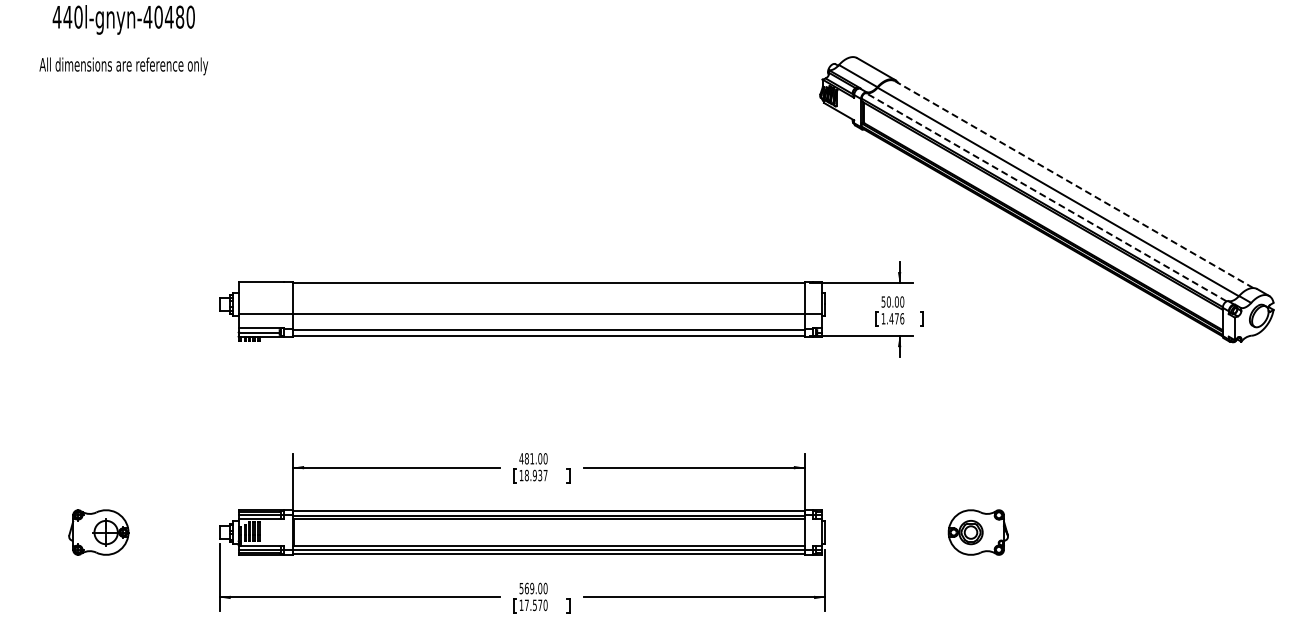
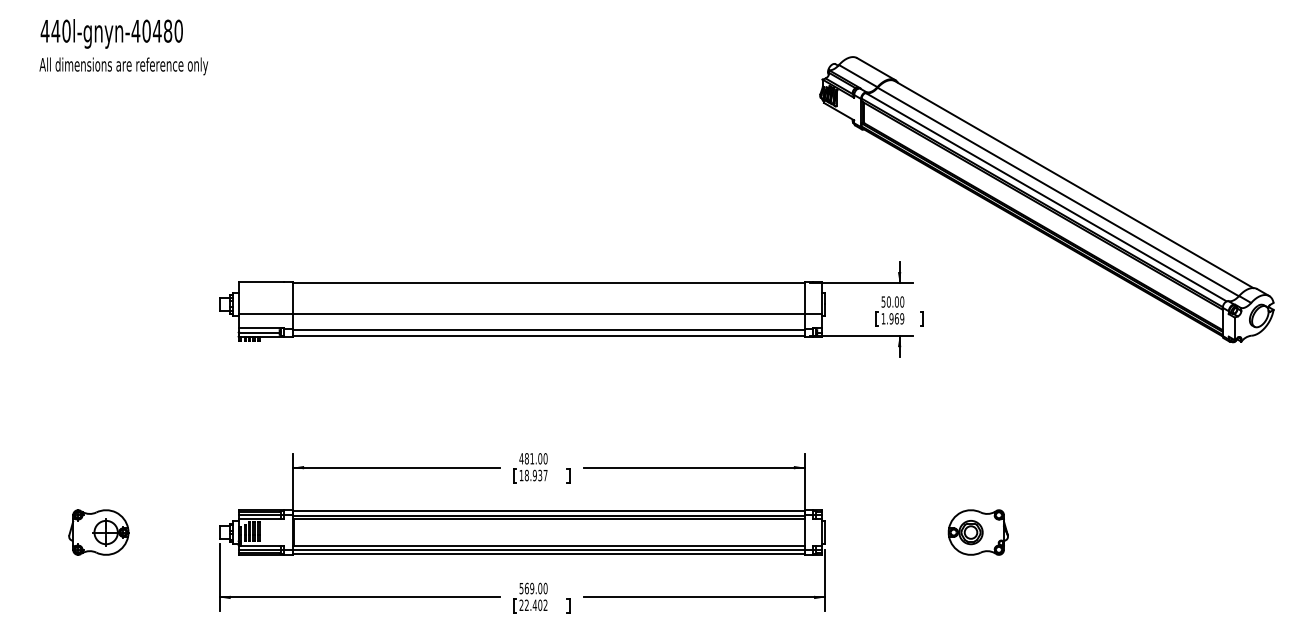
text at (123, 19) position: (123, 19) -> (111, 33)
line at (1074, 184): dashed -> solid
line at (1046, 197): dashed -> solid
text at (896, 318): 1.476 -> 1.969
text at (533, 605): 17.570 -> 22.402
